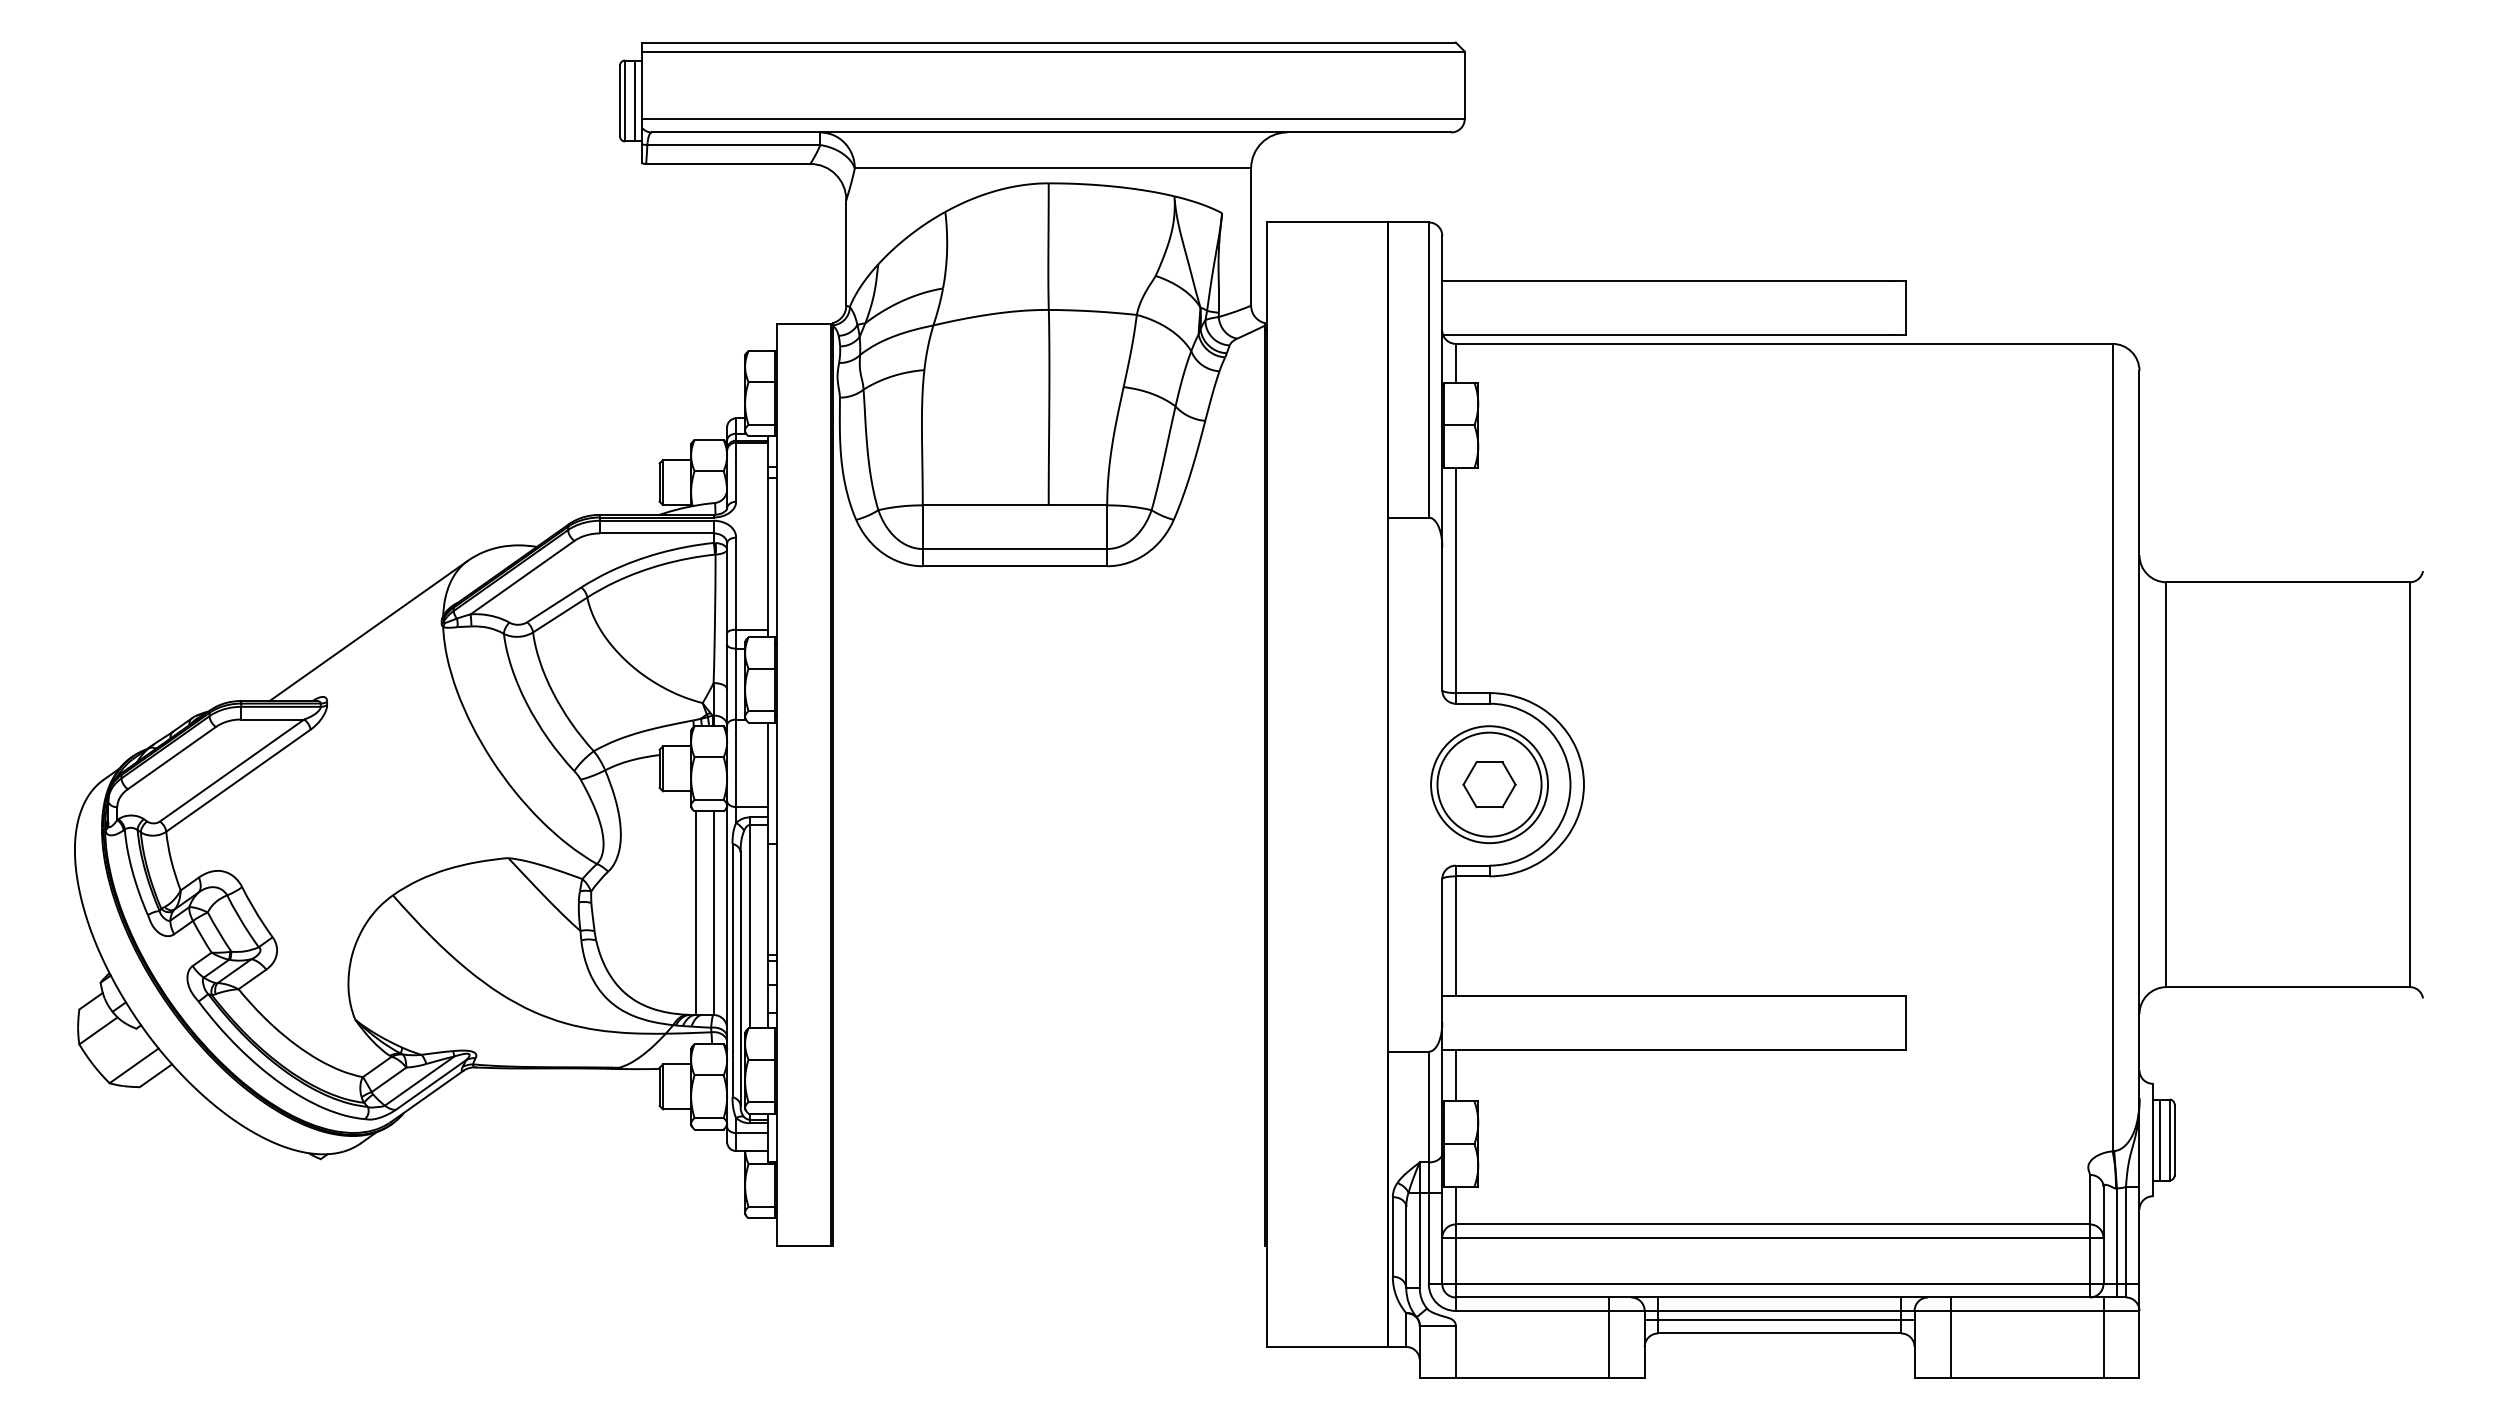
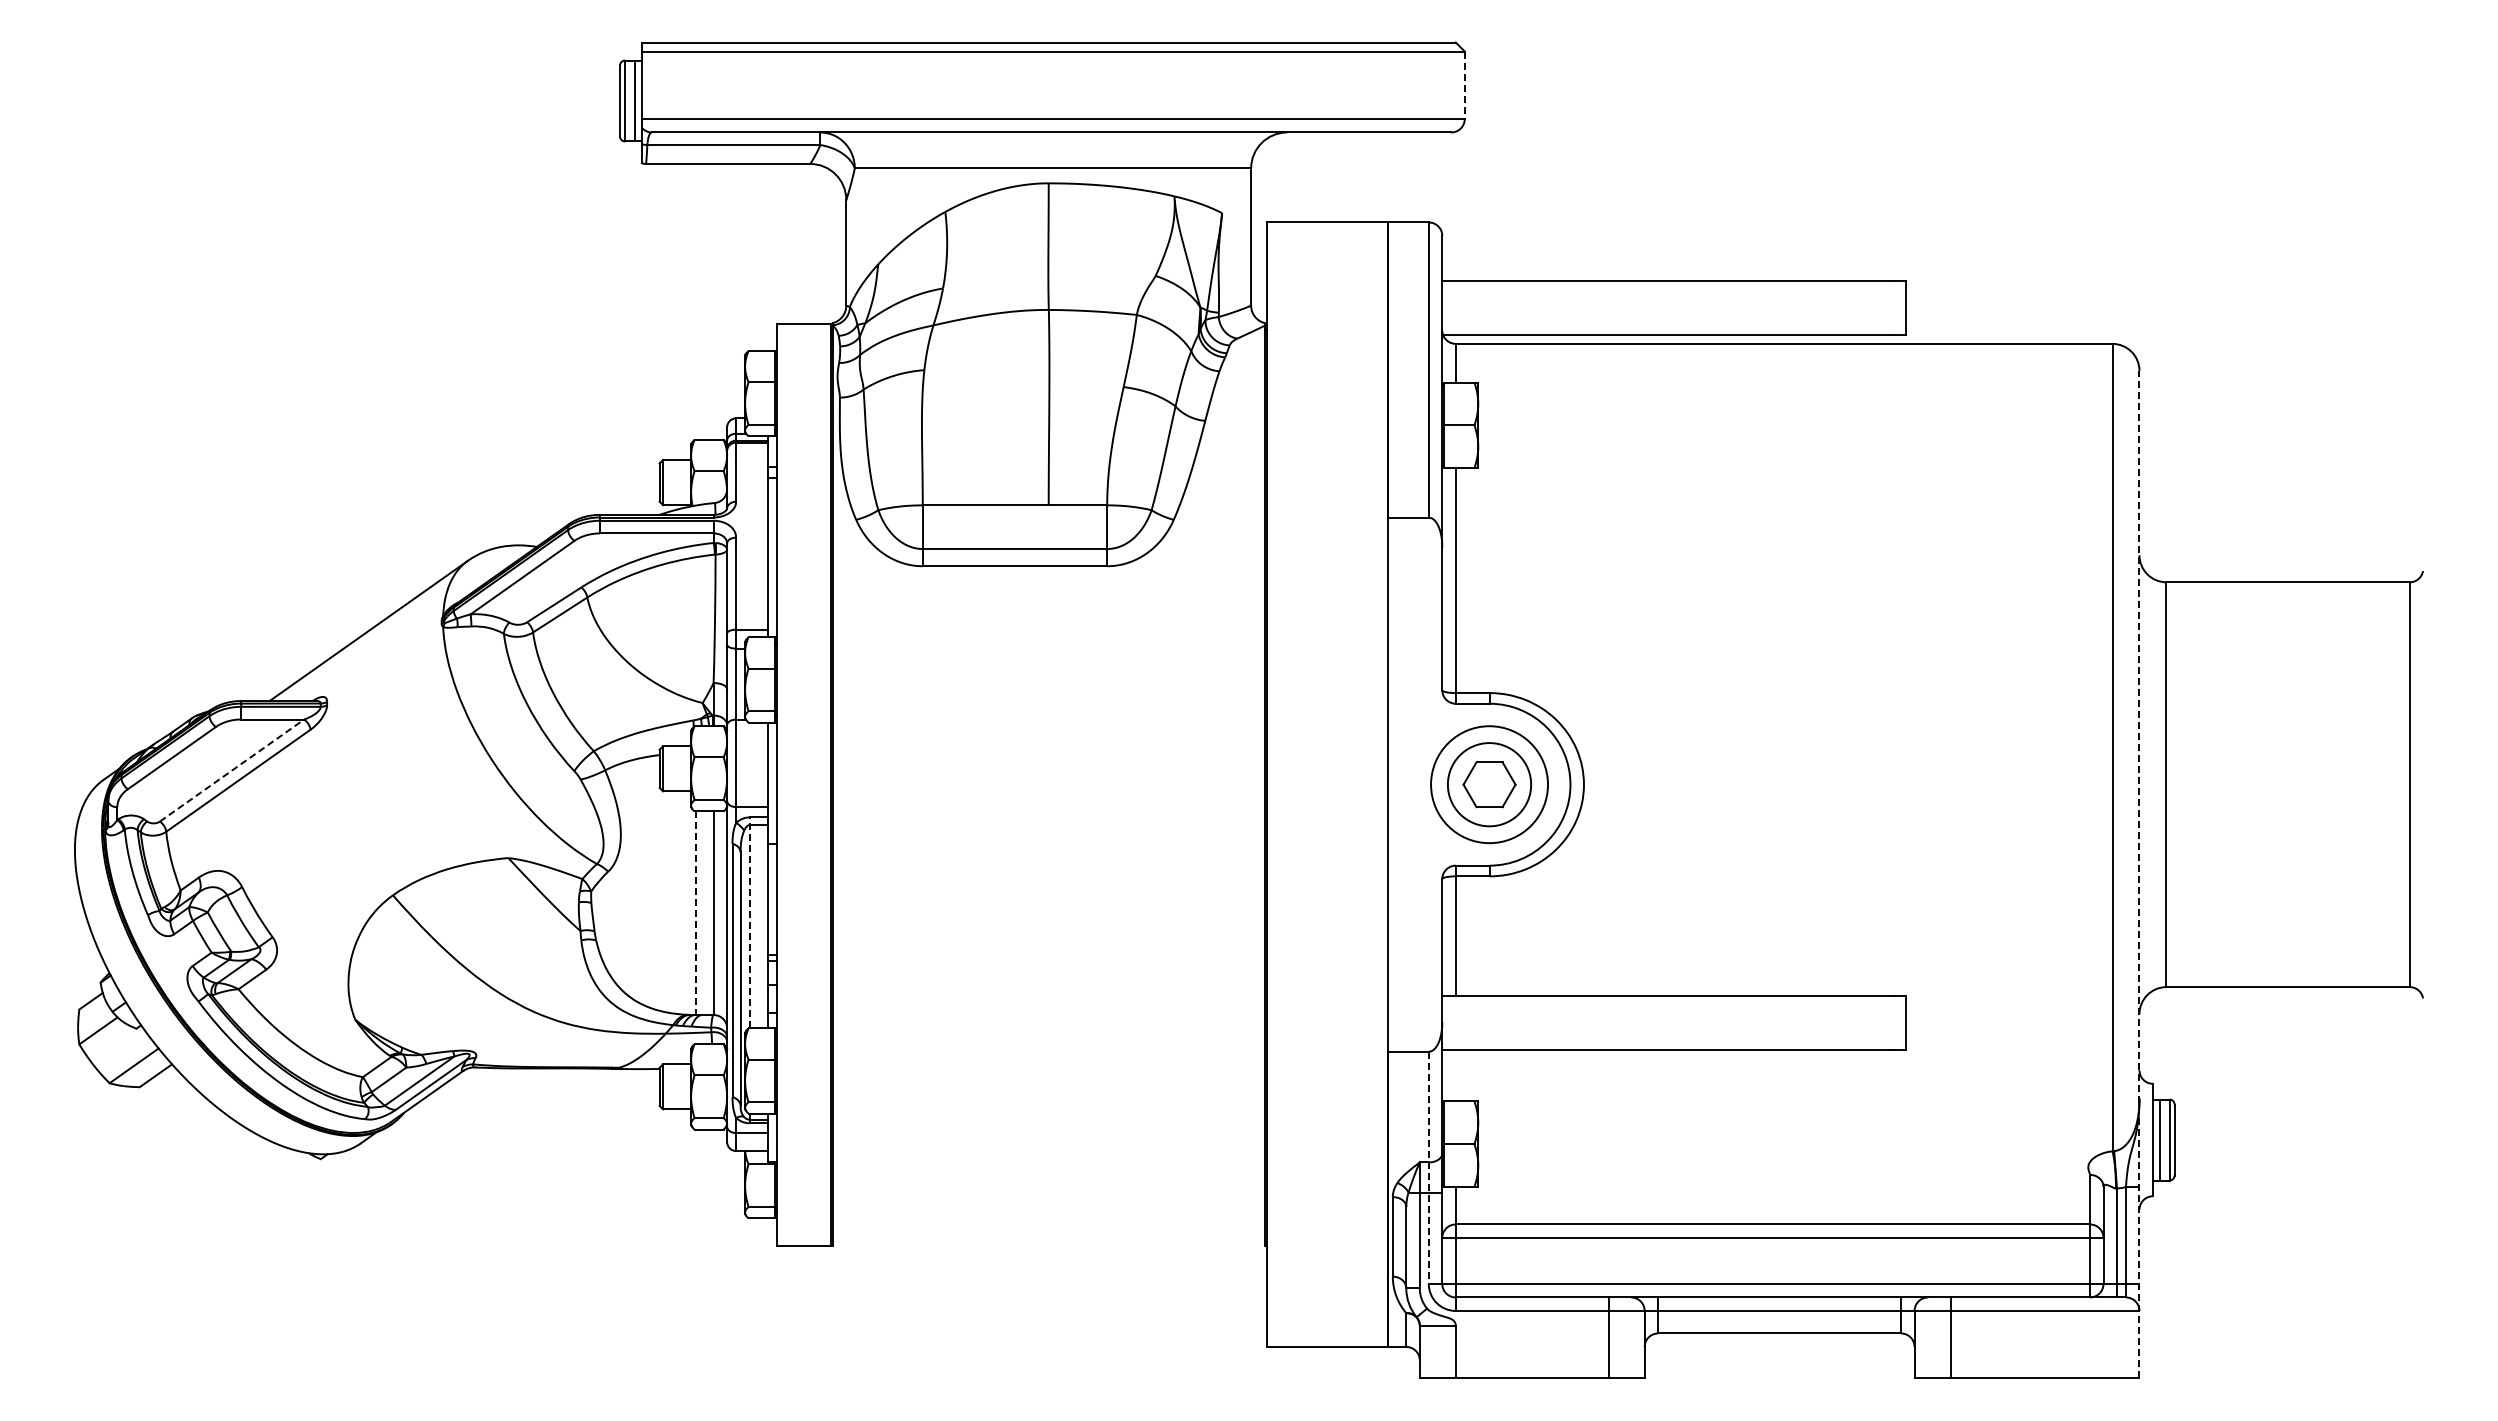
line at (1464, 85): solid -> dashed
line at (232, 770): solid -> dashed
circle at (1489, 784) diameter: 104 px -> 83 px
line at (2139, 874): solid -> dashed
line at (695, 913): solid -> dashed
line at (749, 922): solid -> dashed
line at (1455, 1075): present -> none
line at (1428, 1168): solid -> dashed
line at (1779, 1319): present -> none
line at (2103, 1337): present -> none
